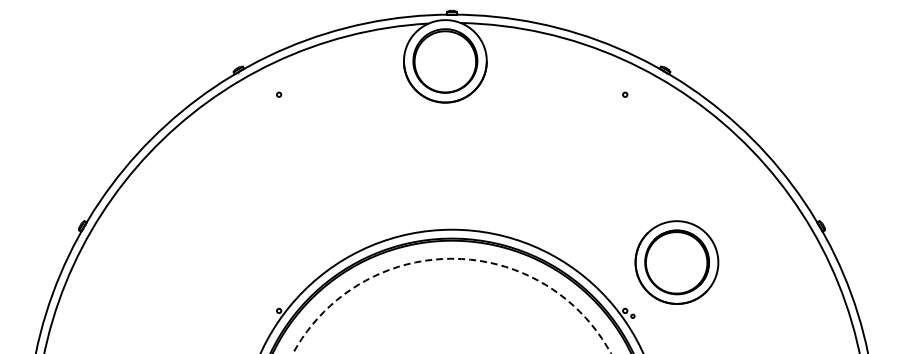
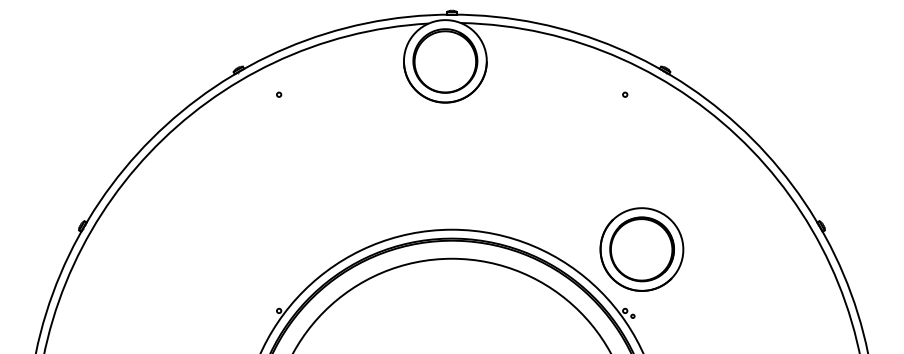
part at (676, 262) position: (676, 262) -> (641, 249)
circle at (451, 305): dashed -> solid
